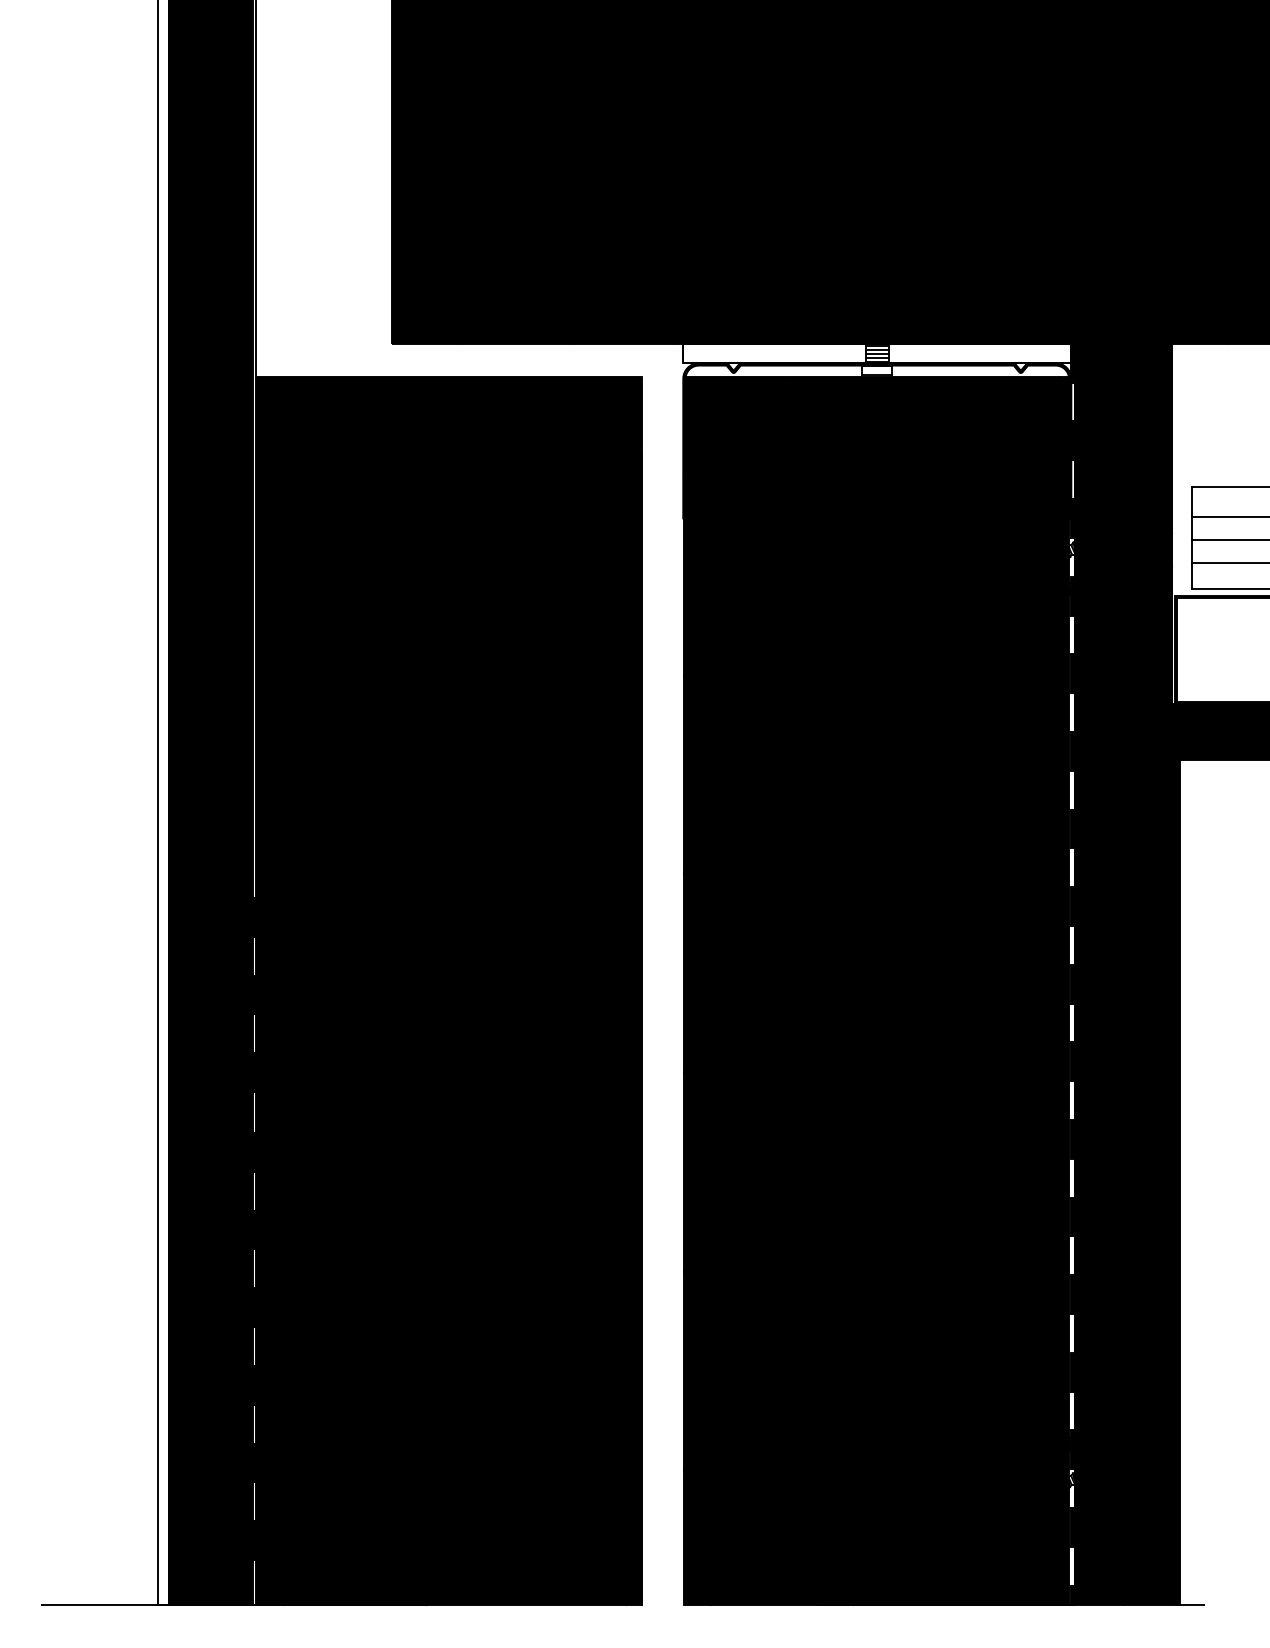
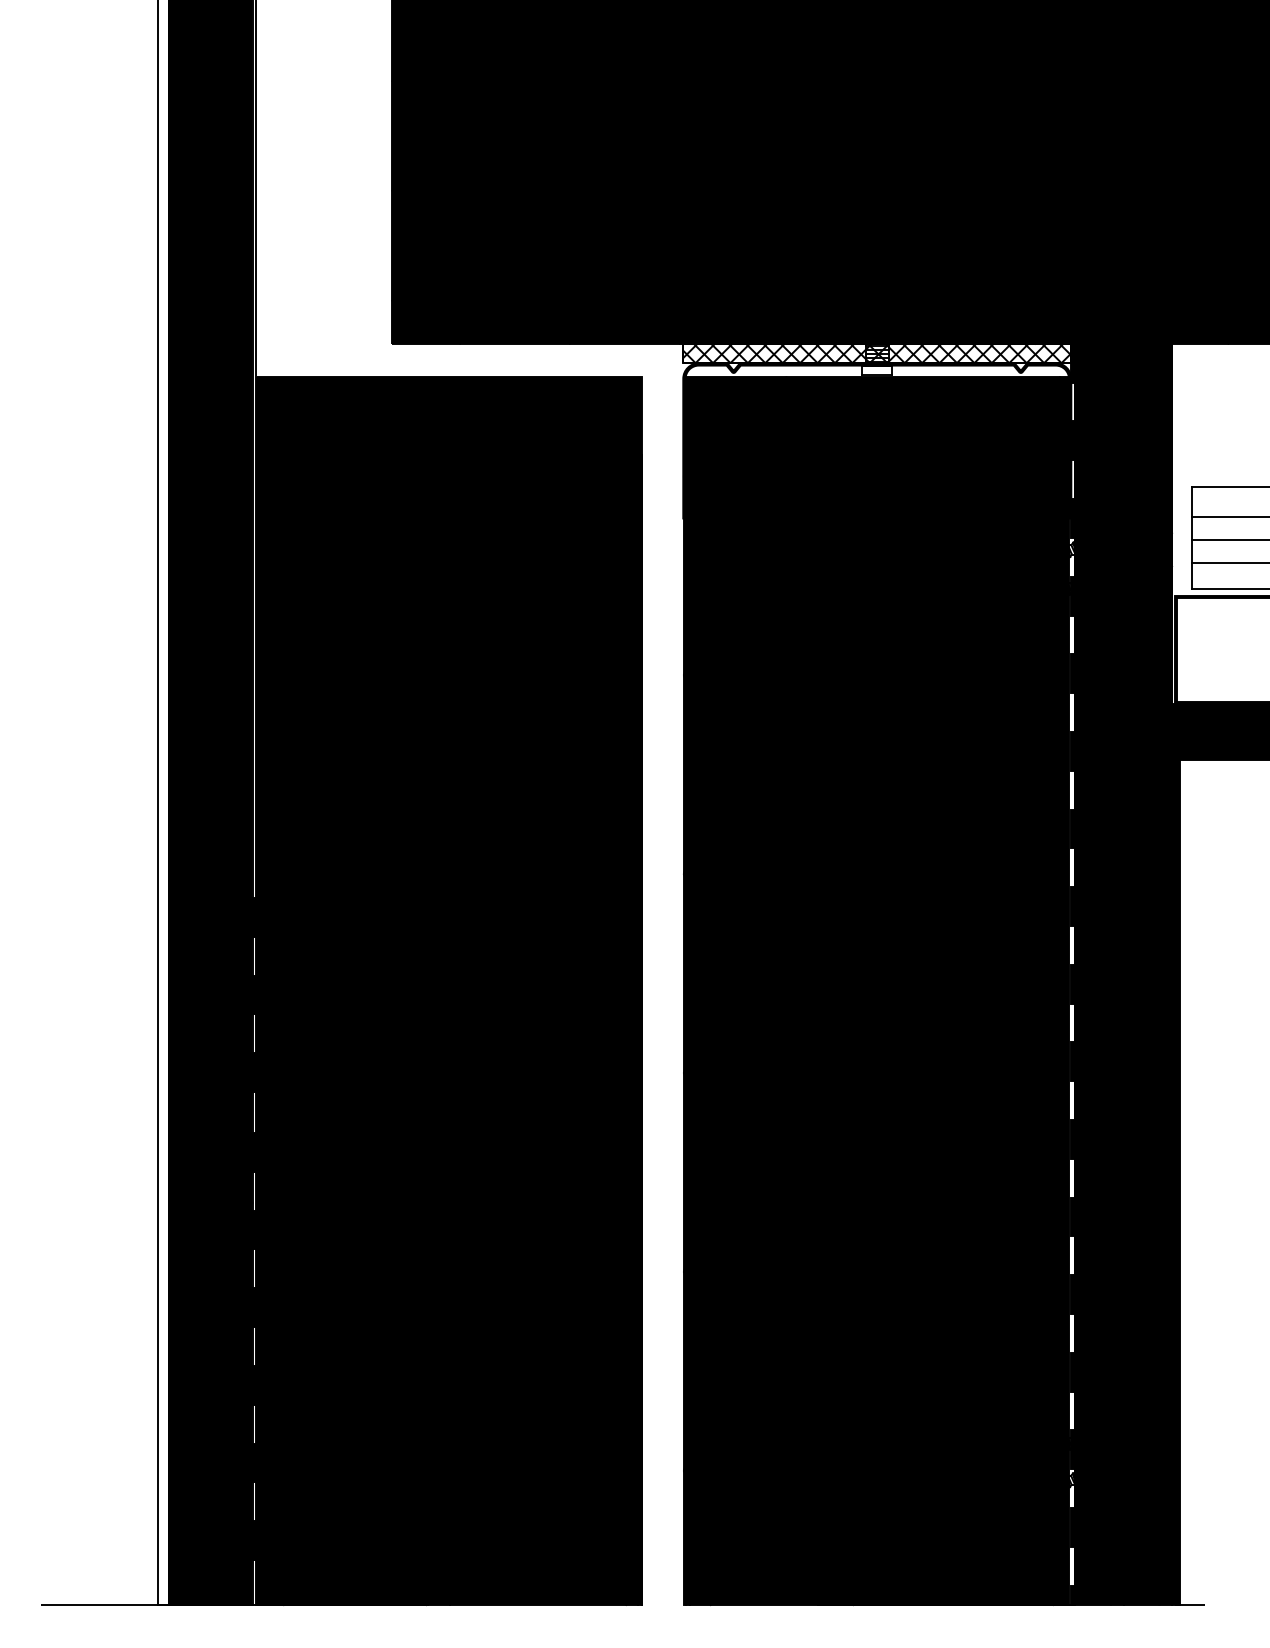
hatch at (877, 353): none -> present
